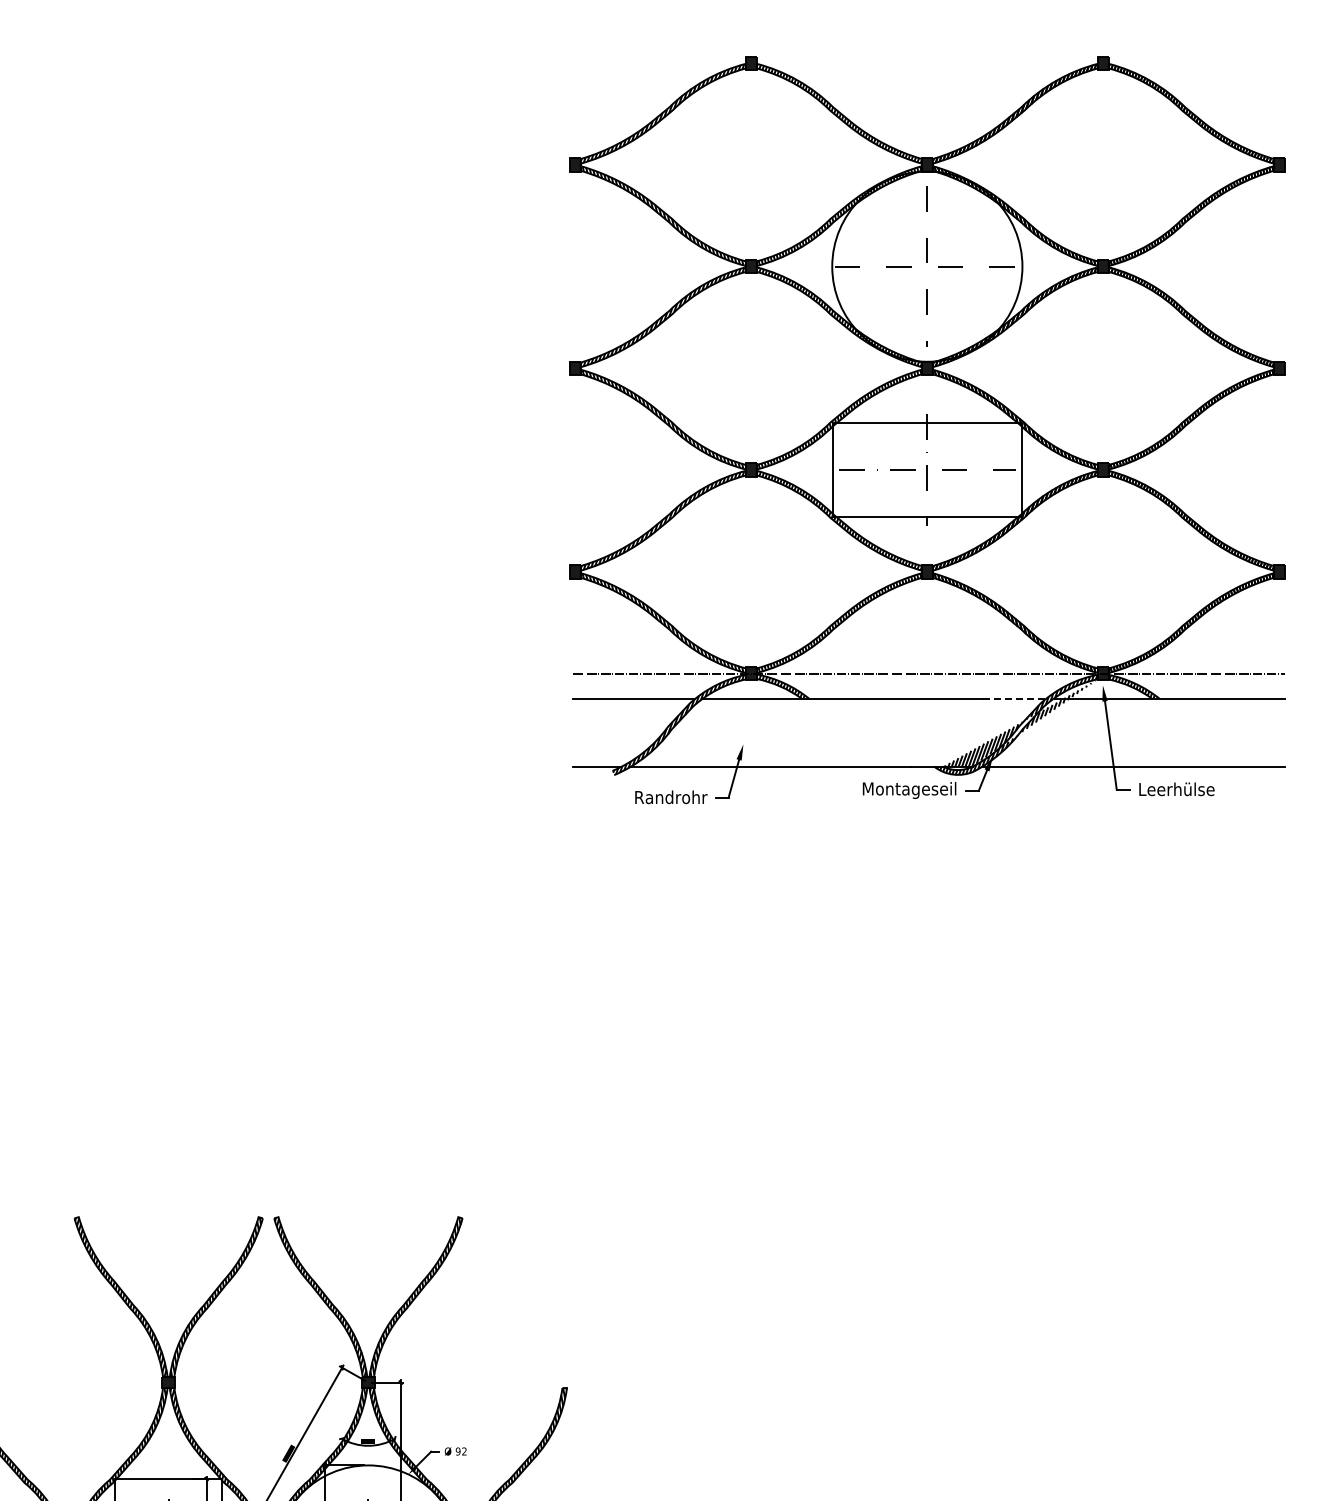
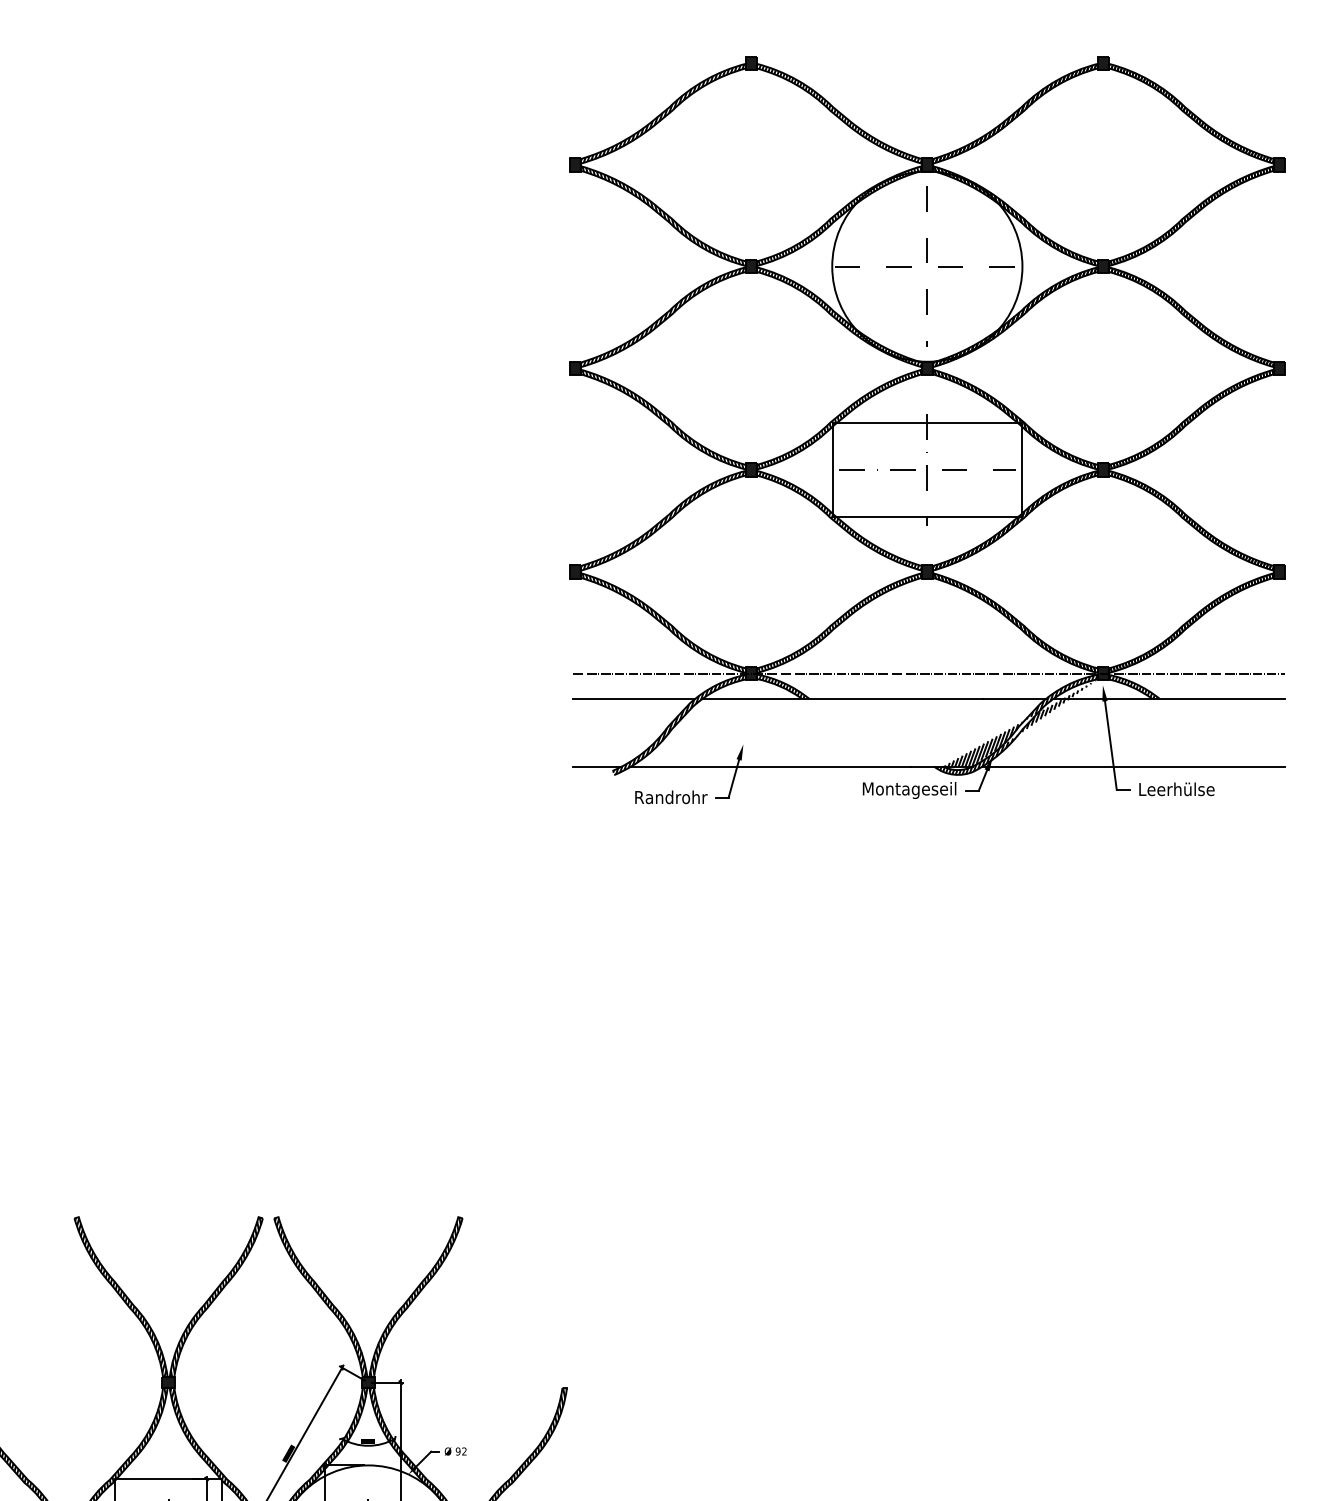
line at (1014, 698): dashed -> solid
